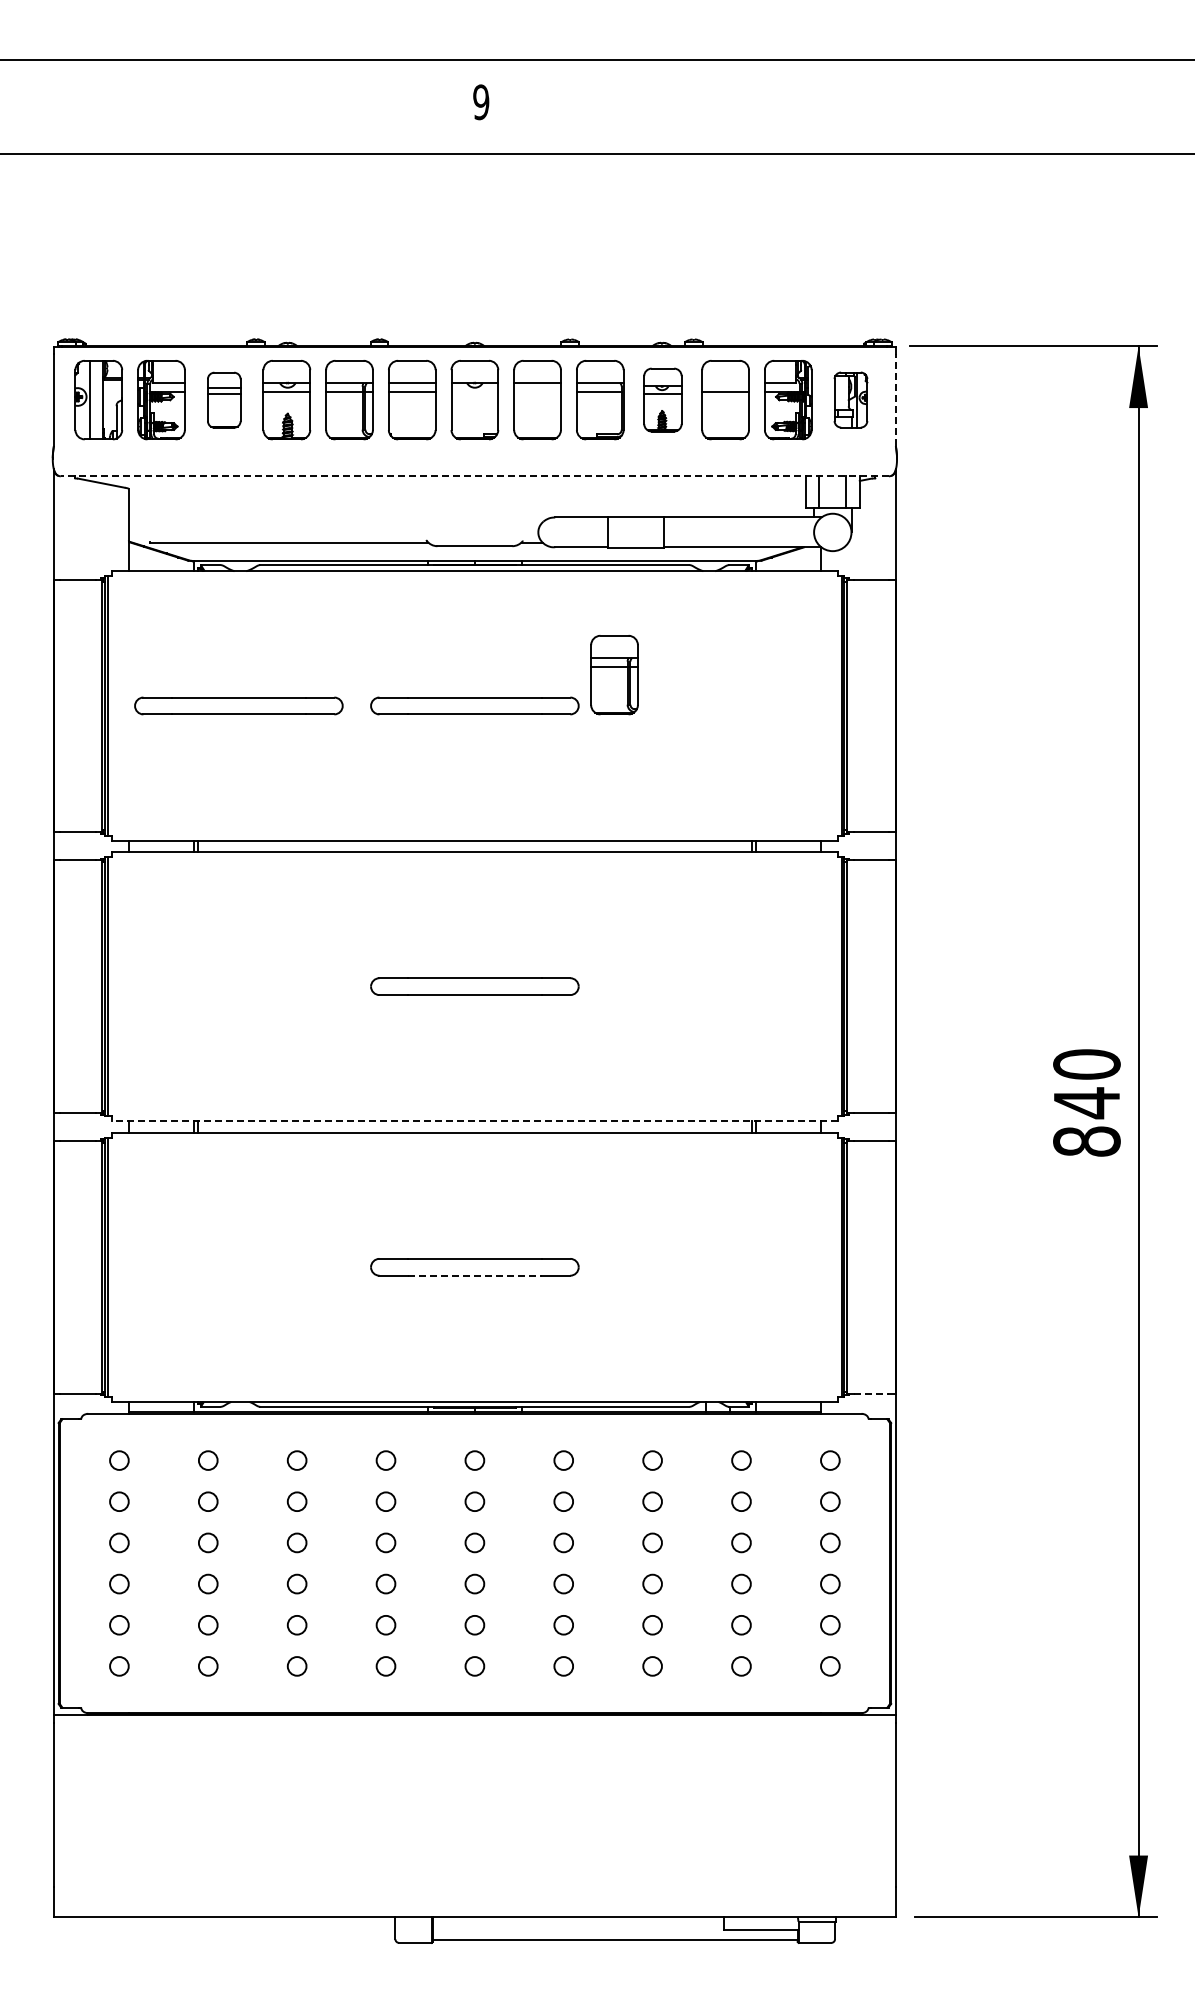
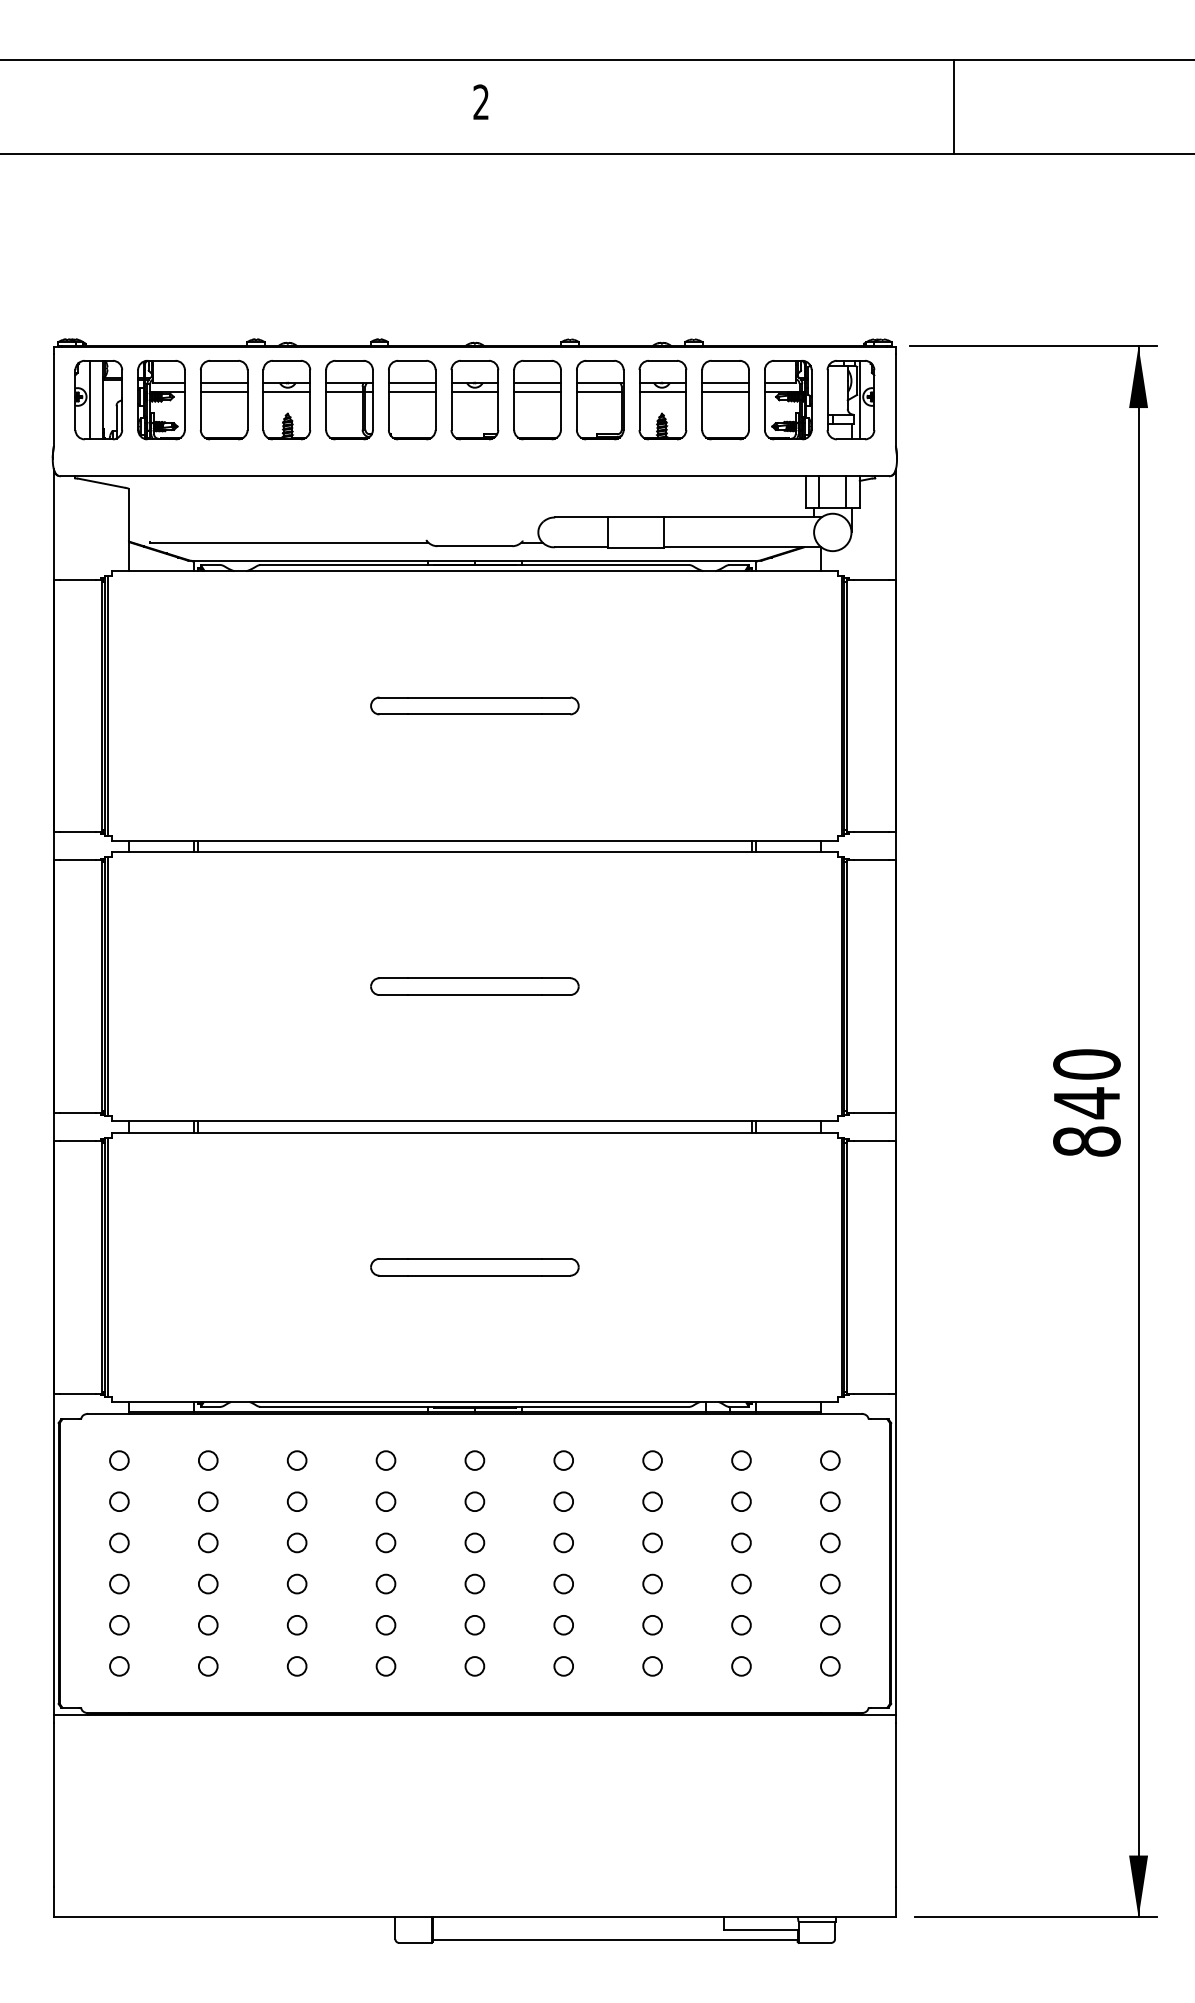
text at (481, 102): 9 -> 2
line at (954, 106): none -> present
line at (725, 382): none -> present
line at (474, 391): none -> present
line at (537, 391): none -> present
part at (224, 399) size: 35x58 px -> 49x81 px
part at (662, 399) size: 40x66 px -> 50x82 px
part at (850, 399) size: 36x58 px -> 50x82 px
line at (895, 400): dashed -> solid
line at (474, 476): dashed -> solid
part at (614, 675): present -> none
part at (238, 705): present -> none
line at (474, 1121): dashed -> solid
line at (475, 1275): dashed -> solid
line at (871, 1393): dashed -> solid
